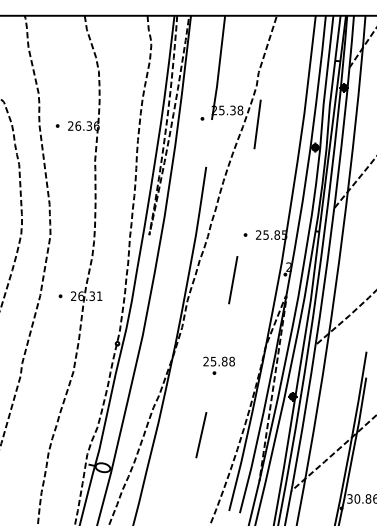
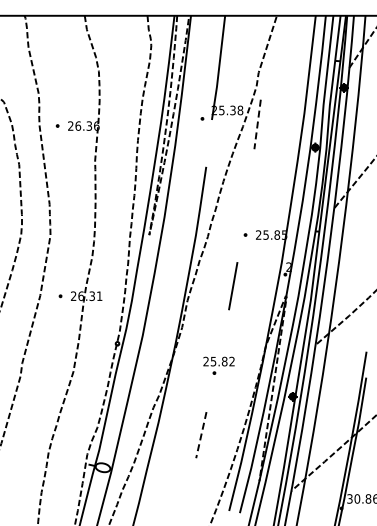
line at (257, 124): solid -> dashed
line at (233, 280) position: (233, 280) -> (233, 286)
text at (231, 361): 25.88 -> 25.82
line at (201, 435): solid -> dashed
